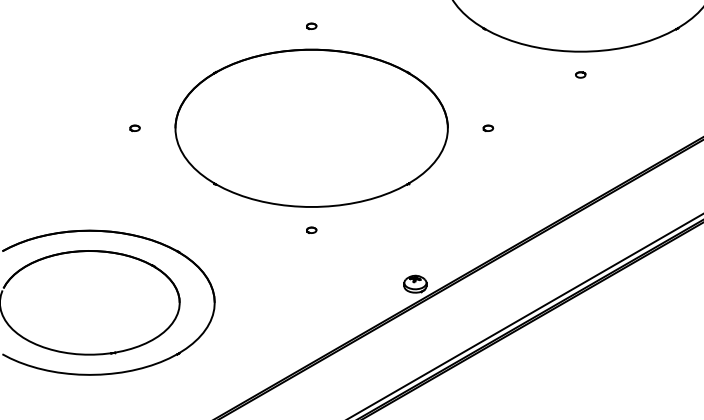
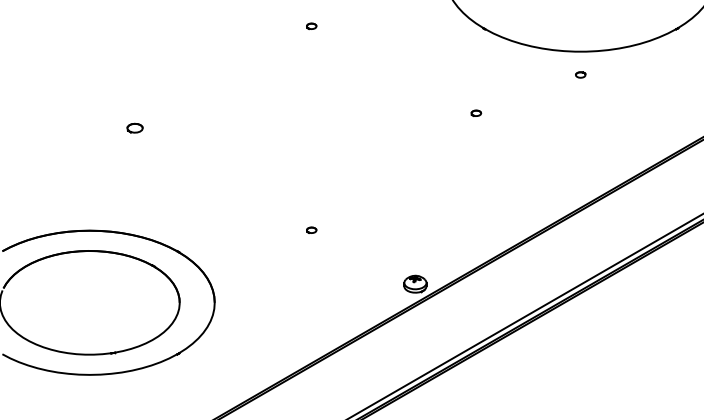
part at (311, 127): present -> none
part at (488, 127) position: (488, 127) -> (476, 112)
part at (134, 128) size: 12x9 px -> 18x12 px
